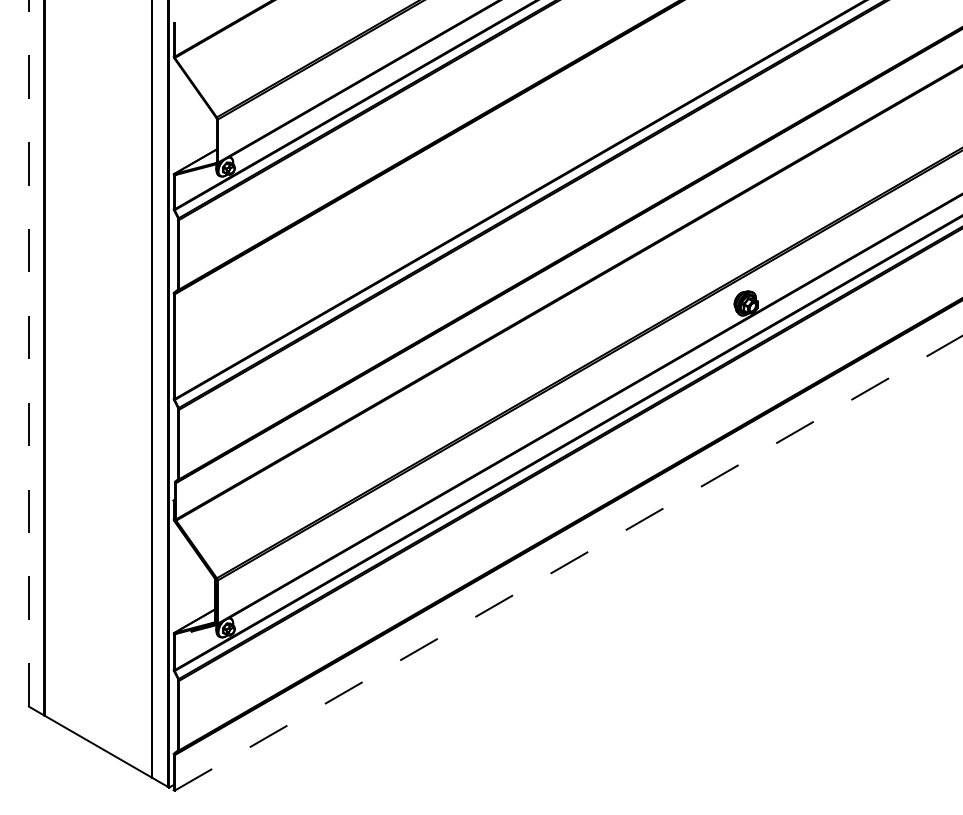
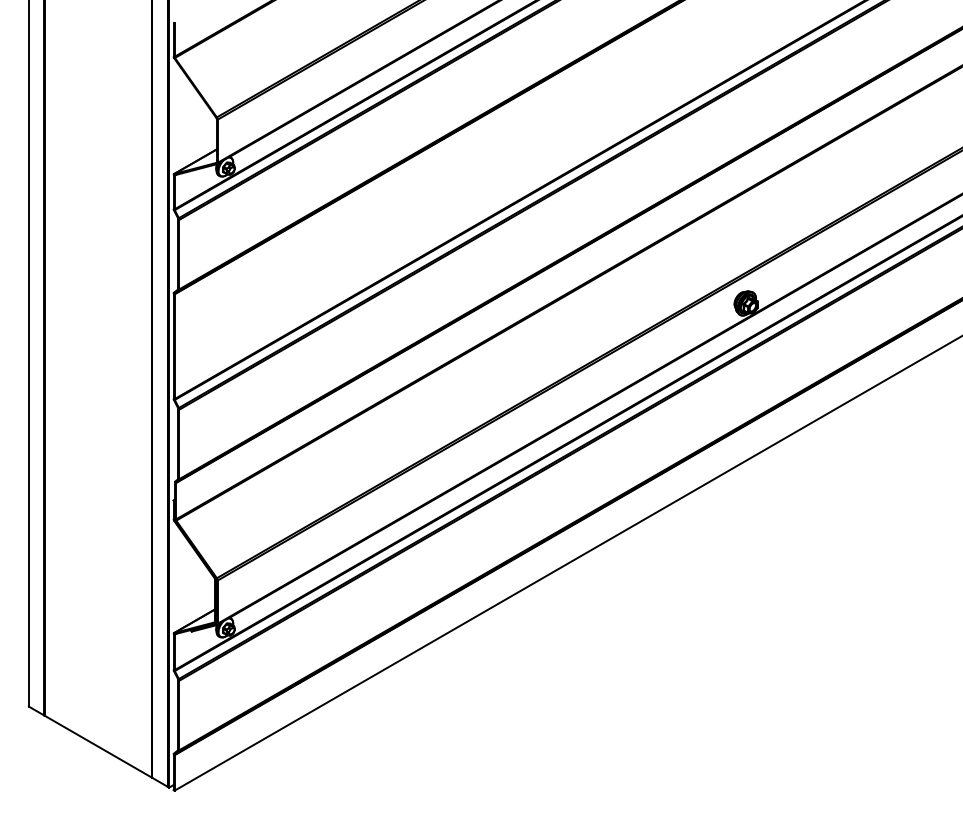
line at (28, 353): dashed -> solid
line at (568, 563): dashed -> solid
